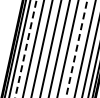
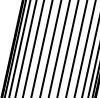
line at (25, 48): dashed -> solid
line at (76, 48): dashed -> solid
